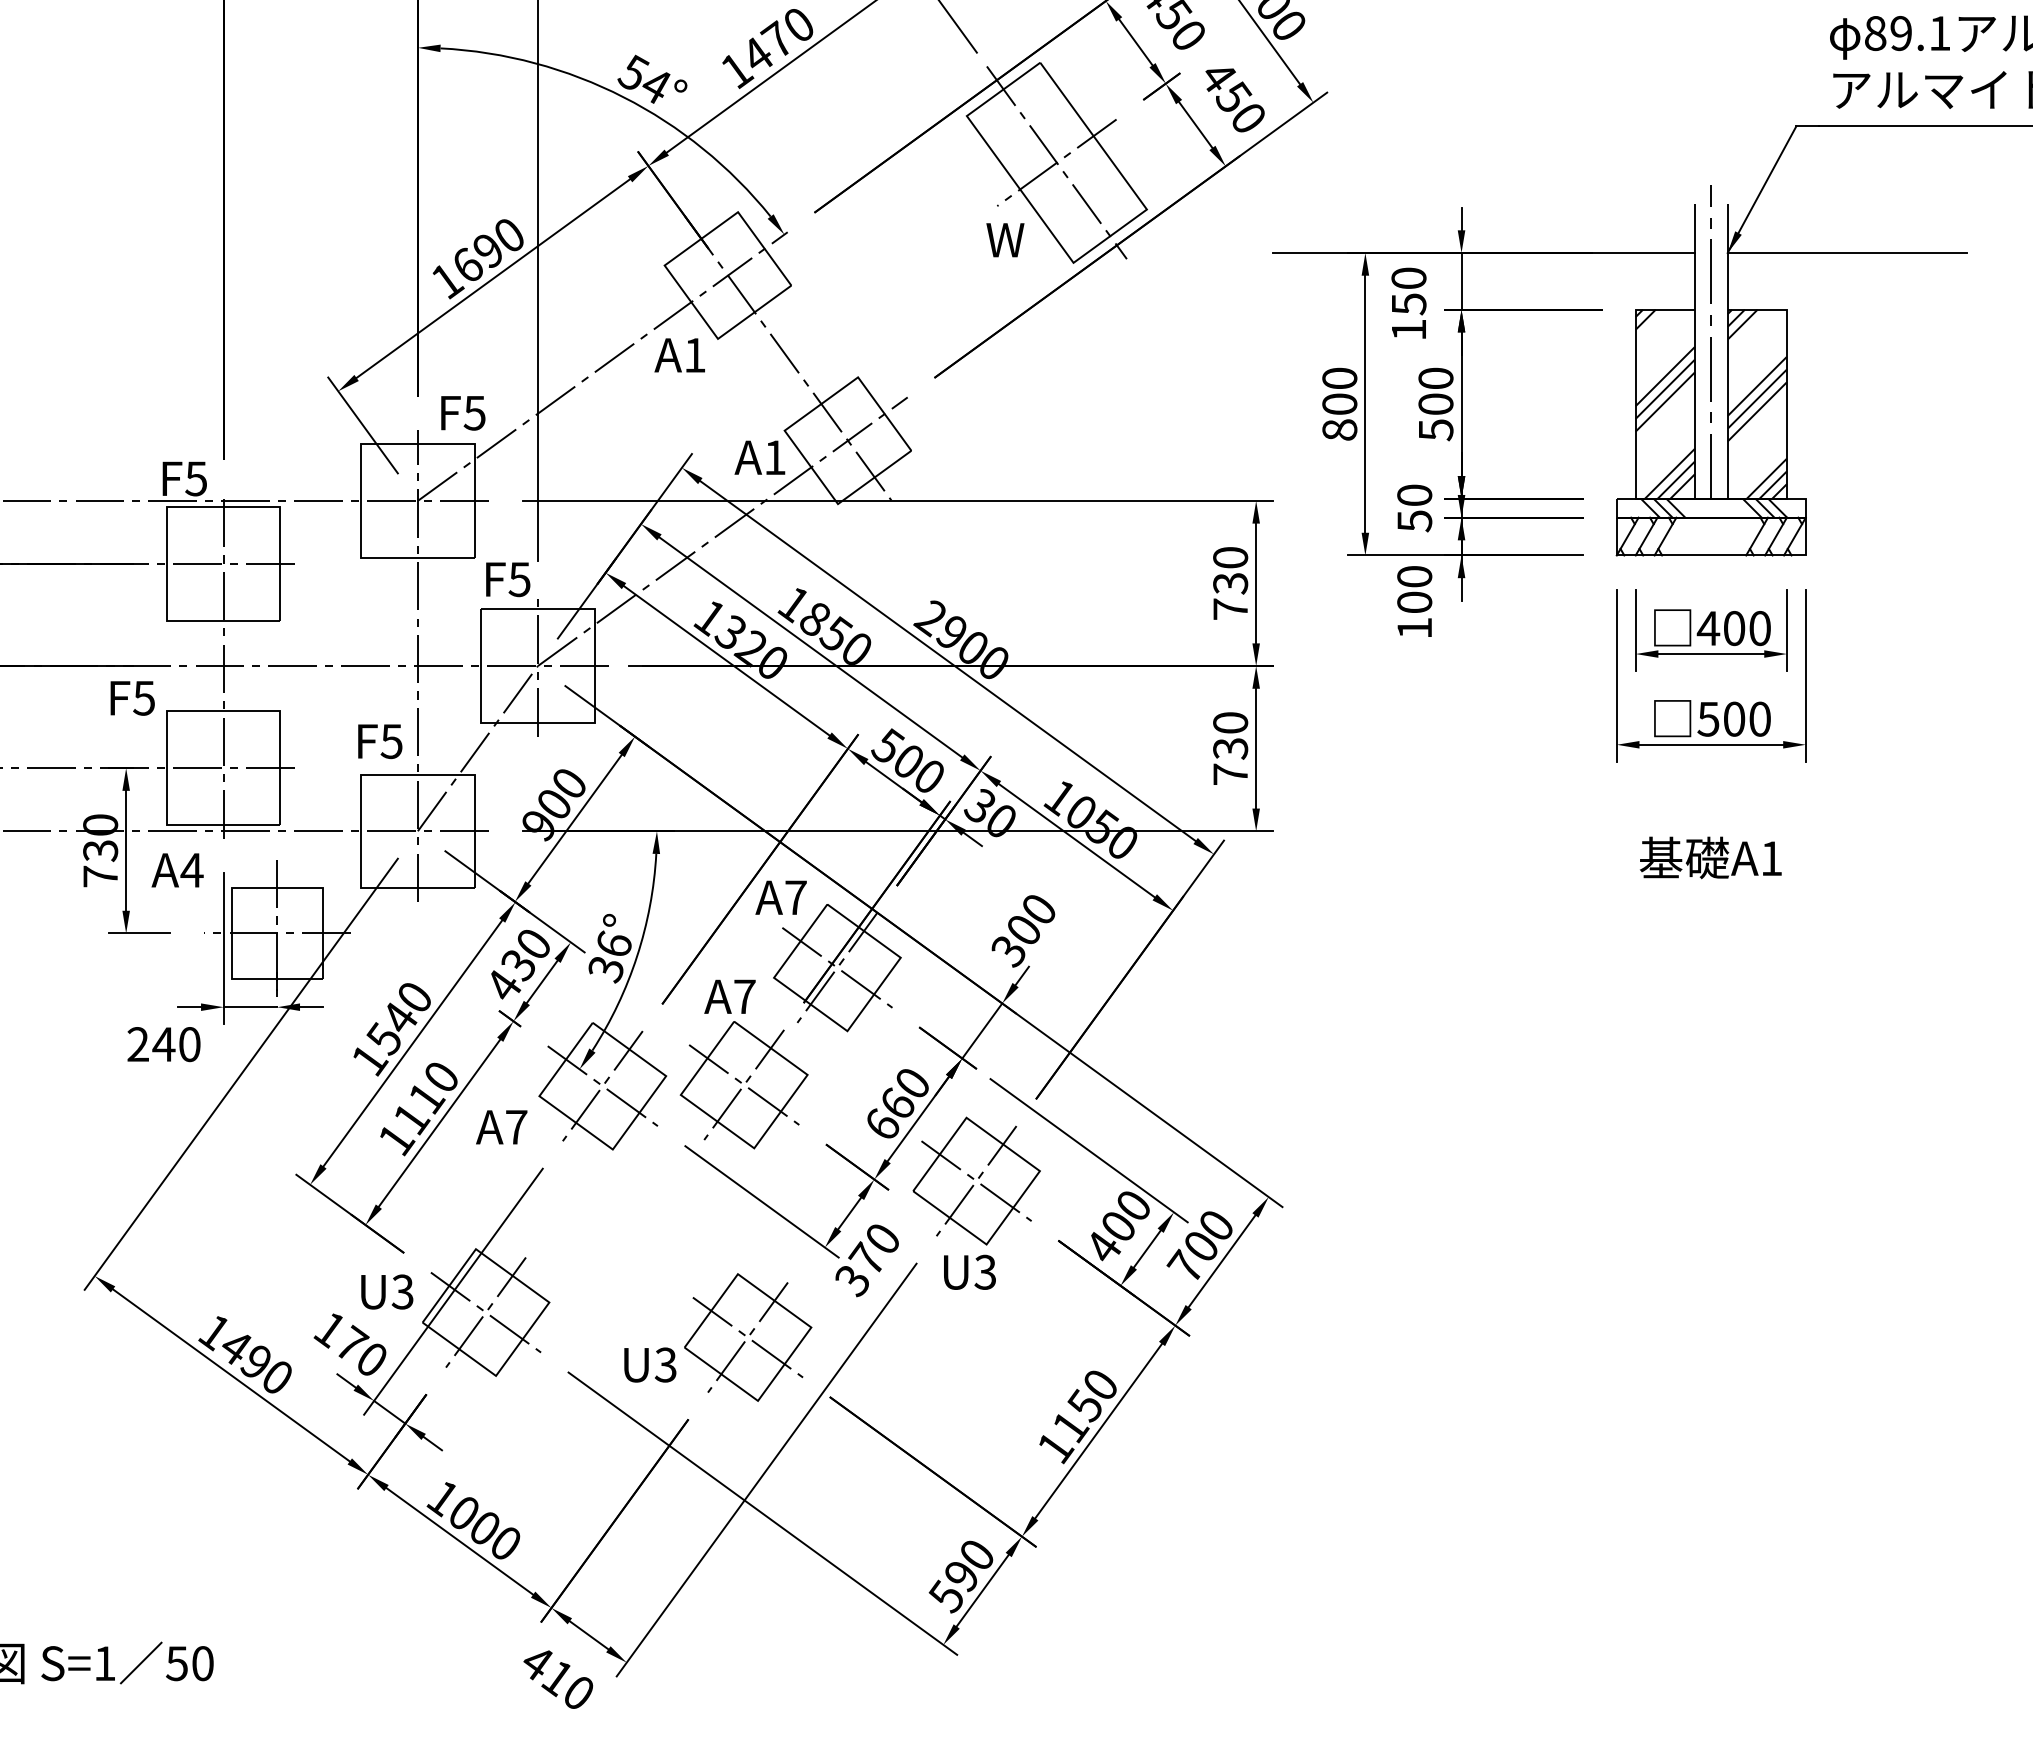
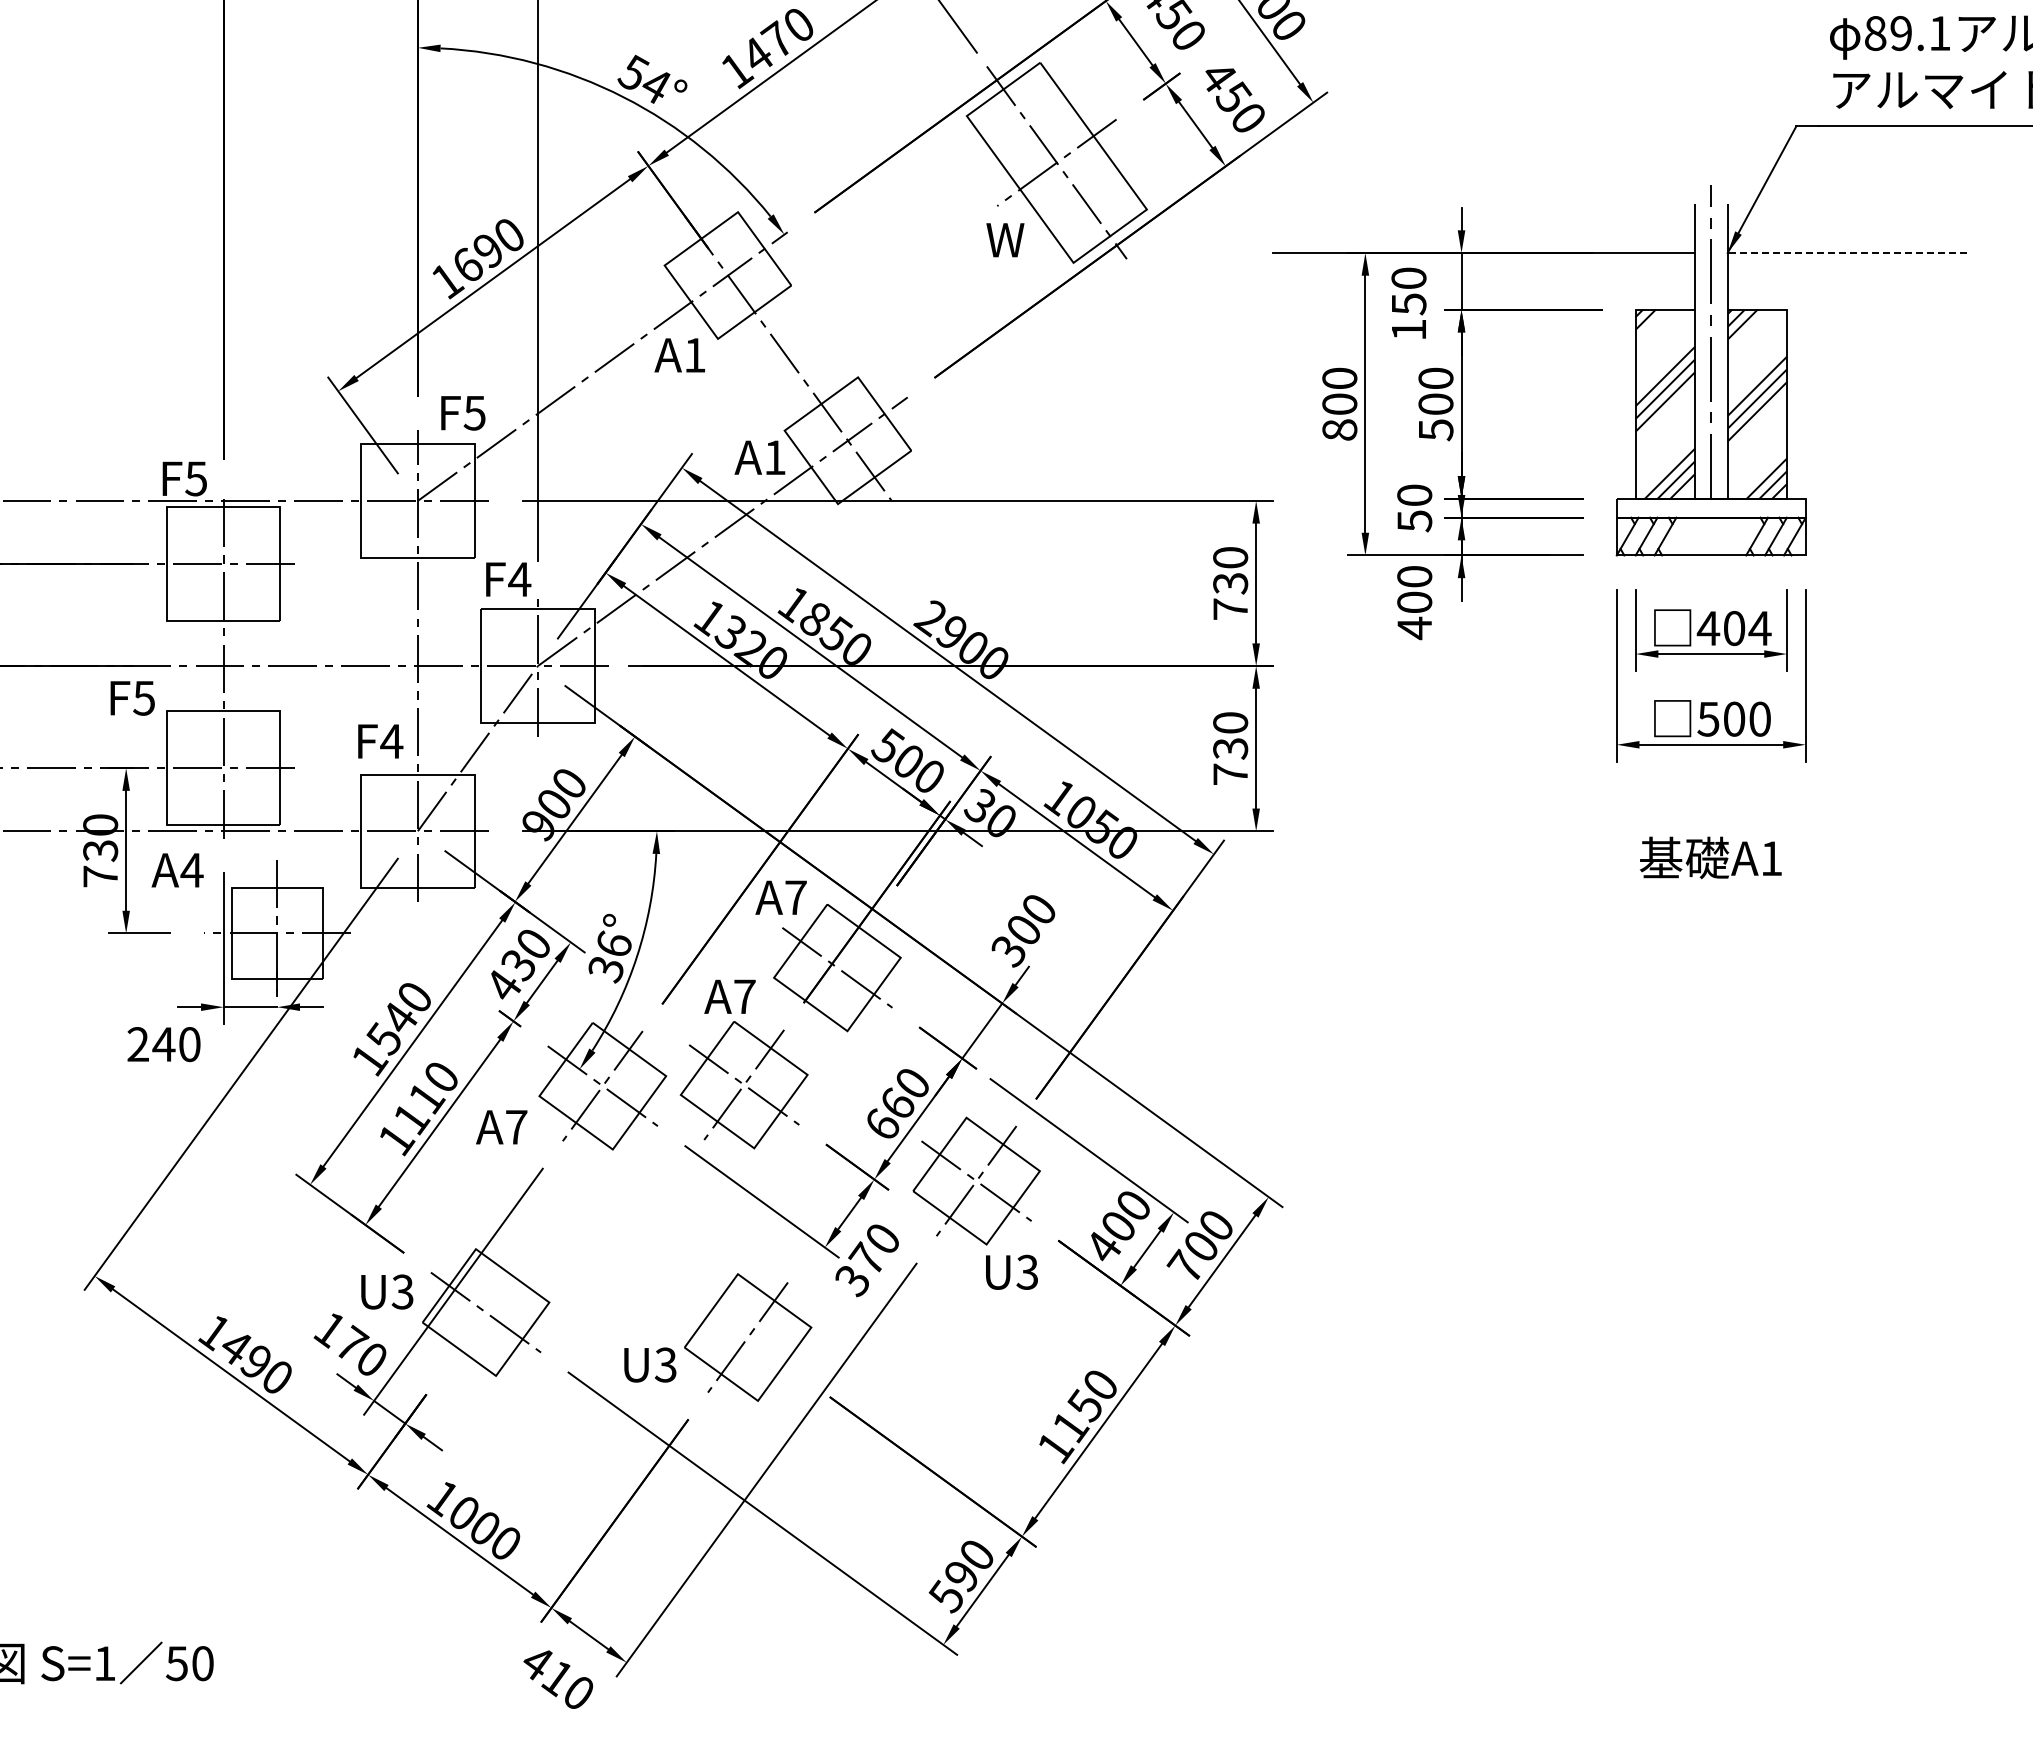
line at (1847, 253): solid -> dashed
hatch at (1713, 507): present -> none
text at (519, 579): F5 -> F4
text at (1414, 628): 100 -> 400
text at (1759, 628): 400 -> 404
text at (391, 741): F5 -> F4
line at (837, 967): present -> none
text at (969, 1271) position: (969, 1271) -> (1011, 1271)
line at (486, 1312): present -> none
line at (747, 1337): present -> none
